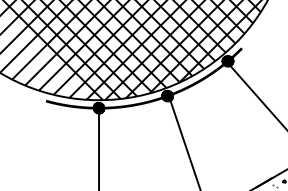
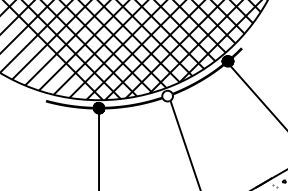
hatch at (167, 95): present -> none
